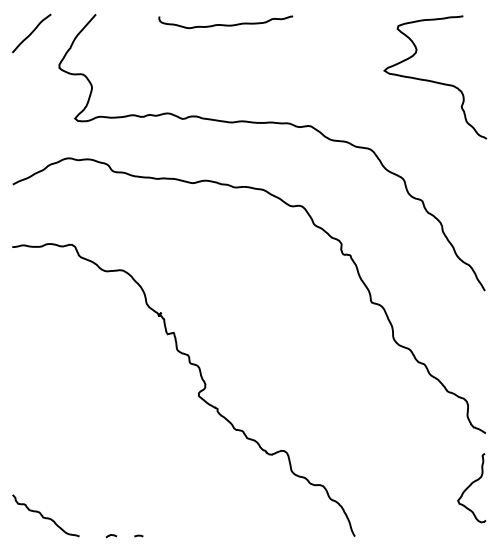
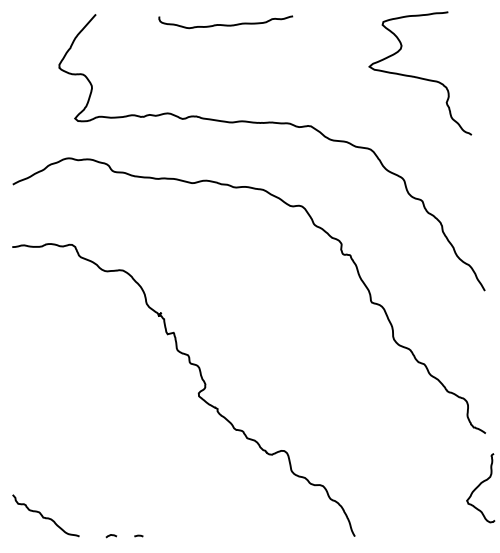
curve at (31, 33): present -> none
curve at (433, 80) position: (433, 80) -> (418, 76)
curve at (470, 486) position: (470, 486) -> (479, 486)
